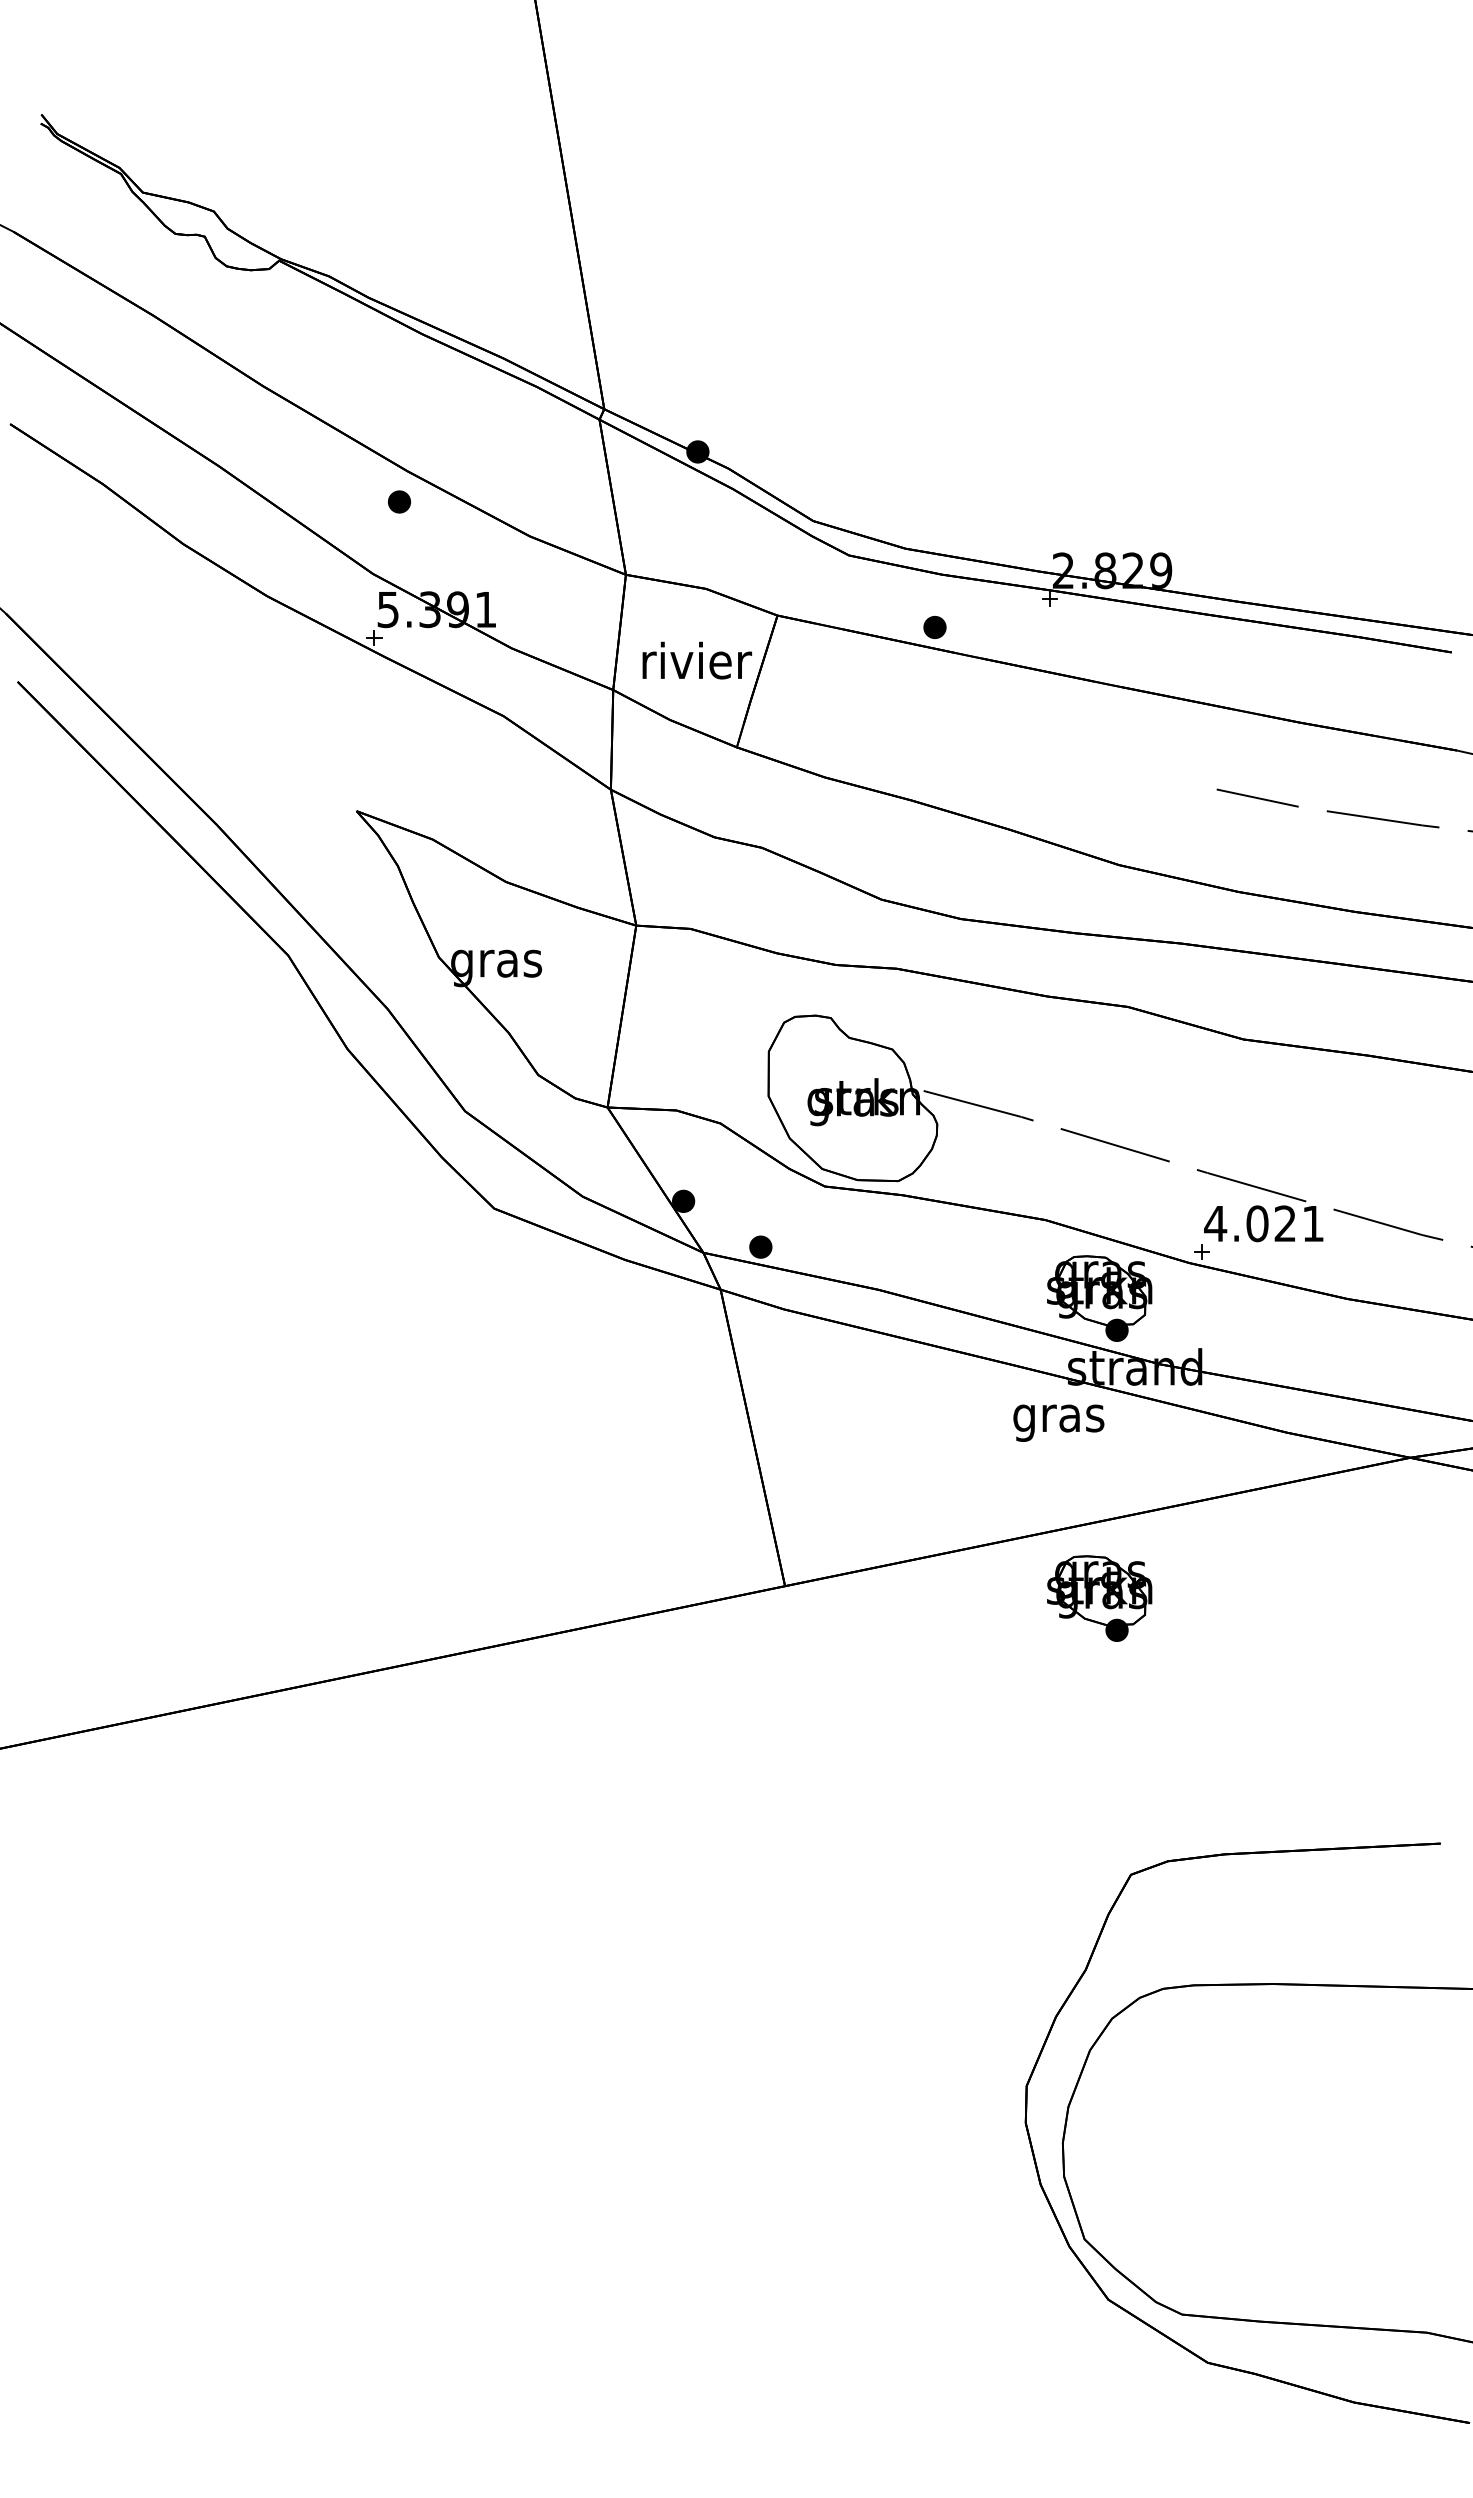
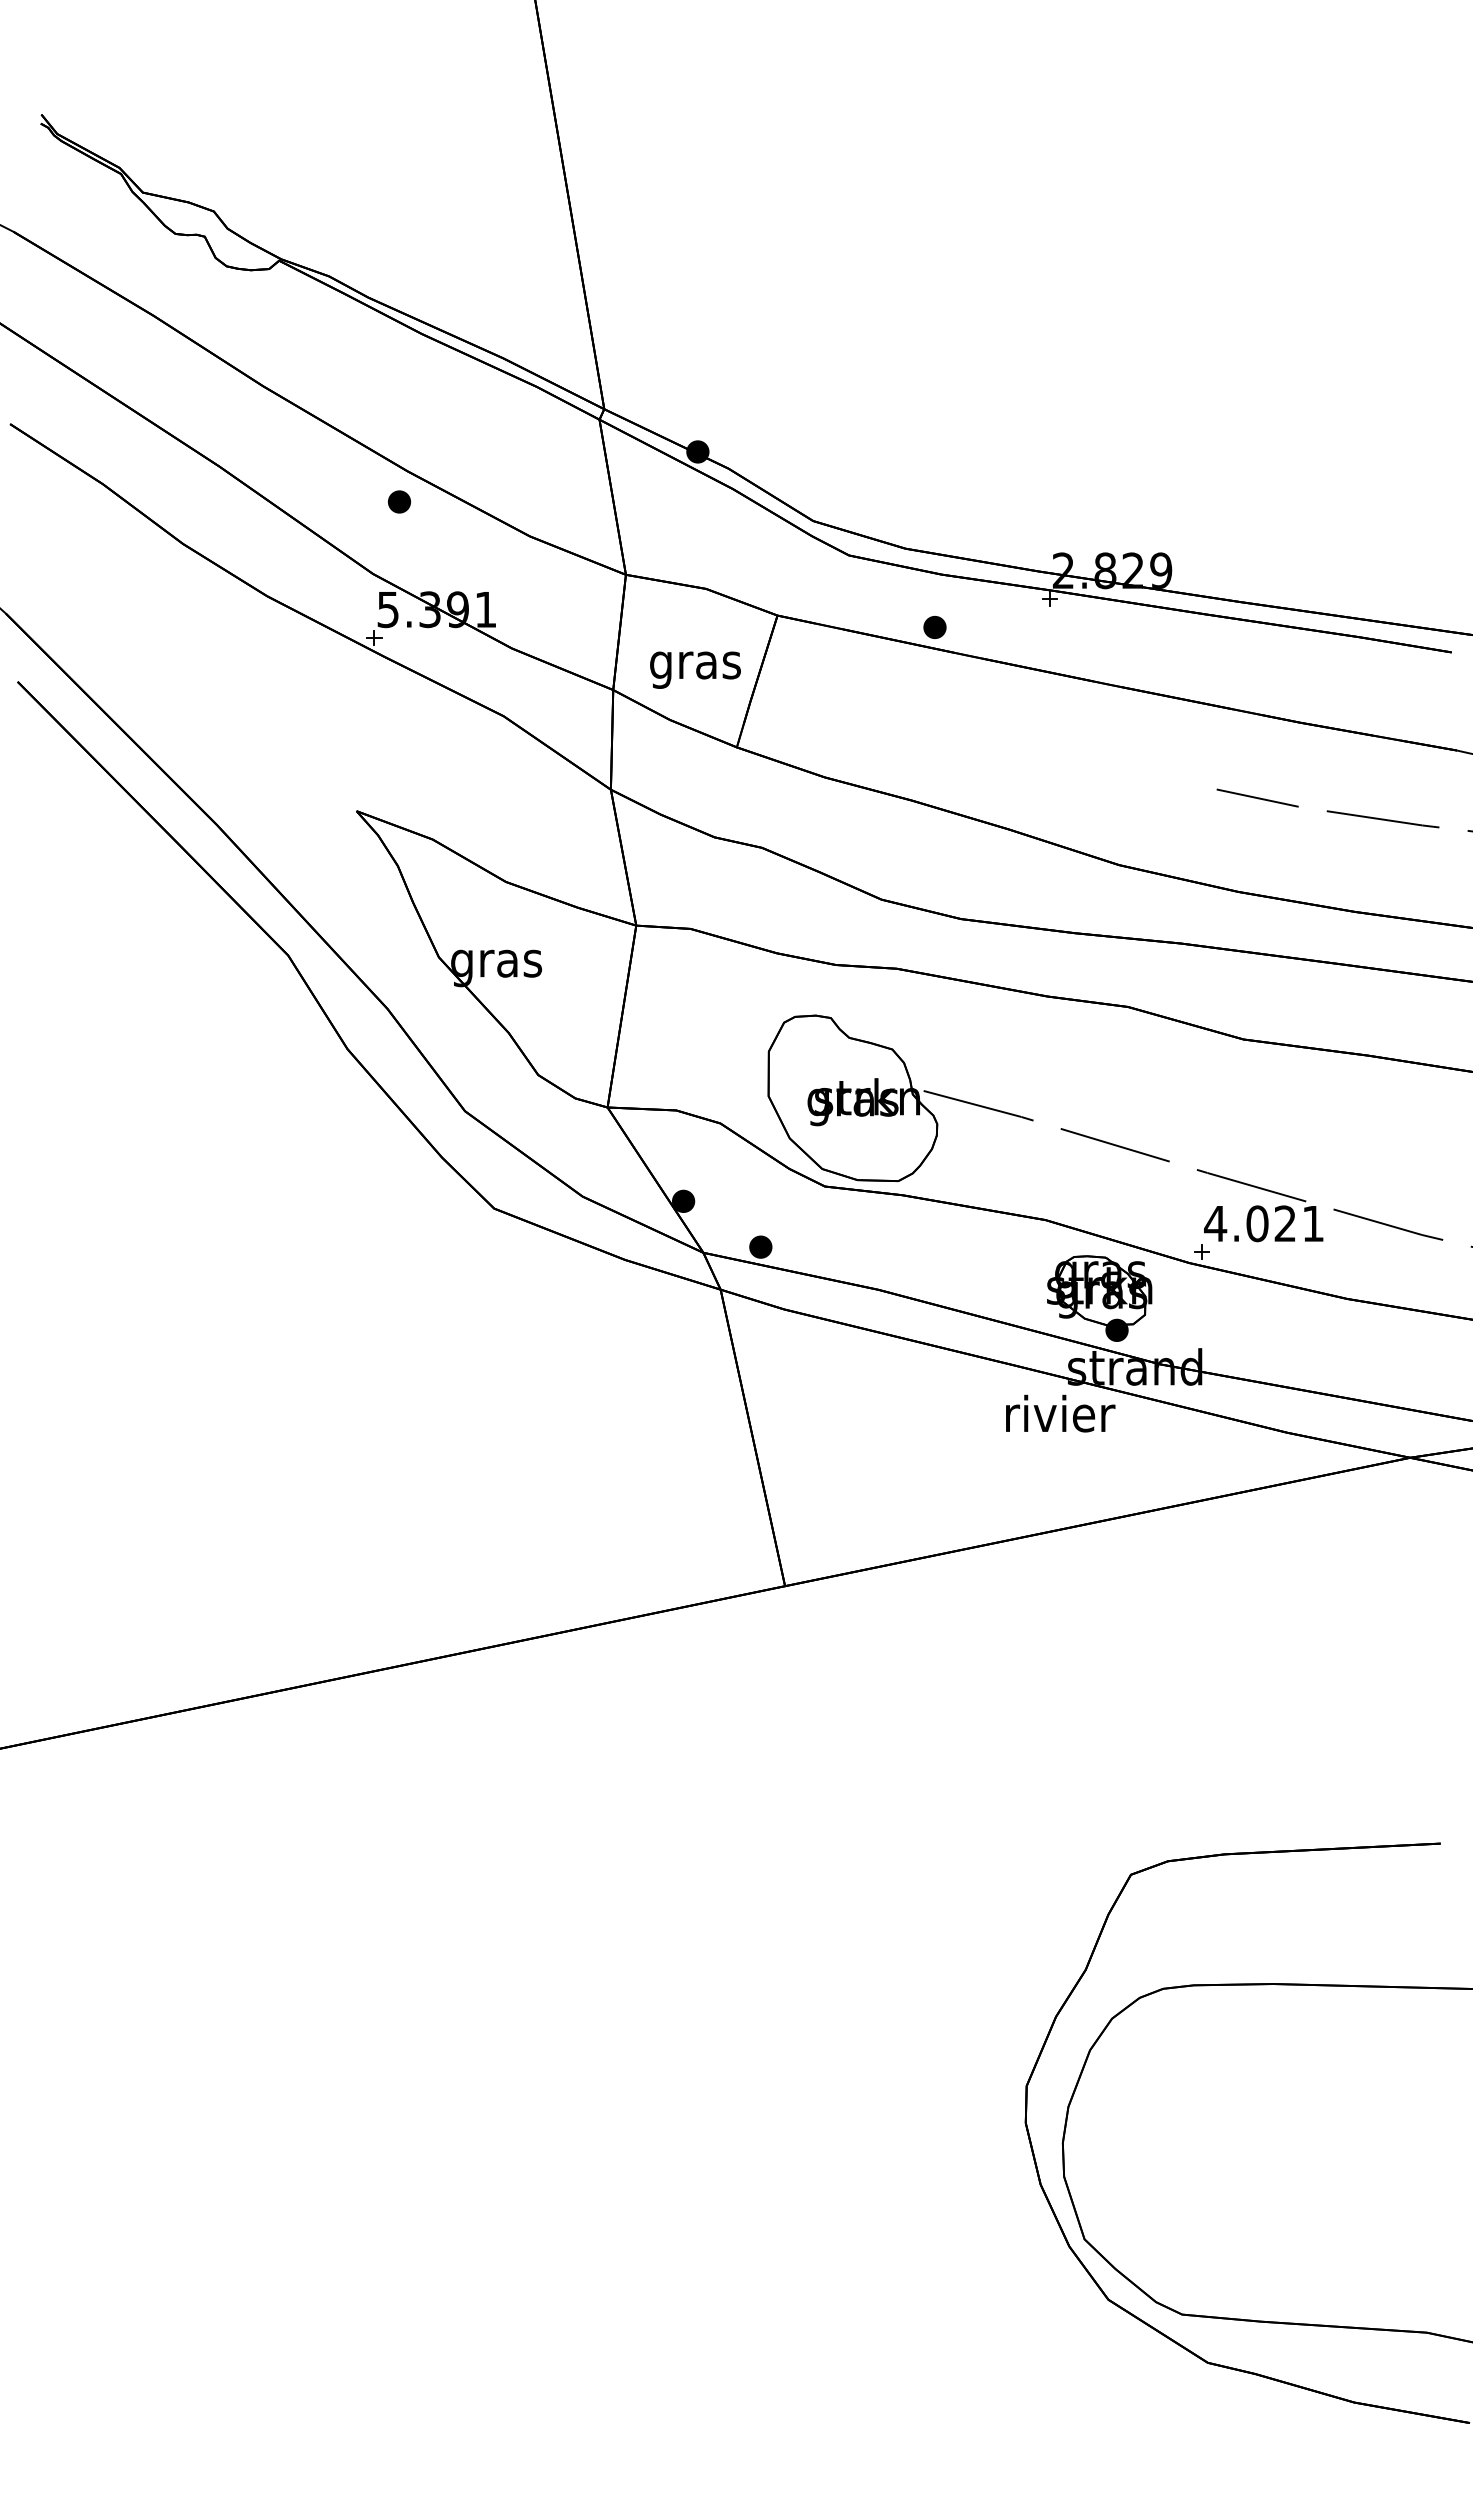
text at (697, 664): rivier -> gras
text at (1060, 1417): gras -> rivier
part at (1099, 1598): present -> none
